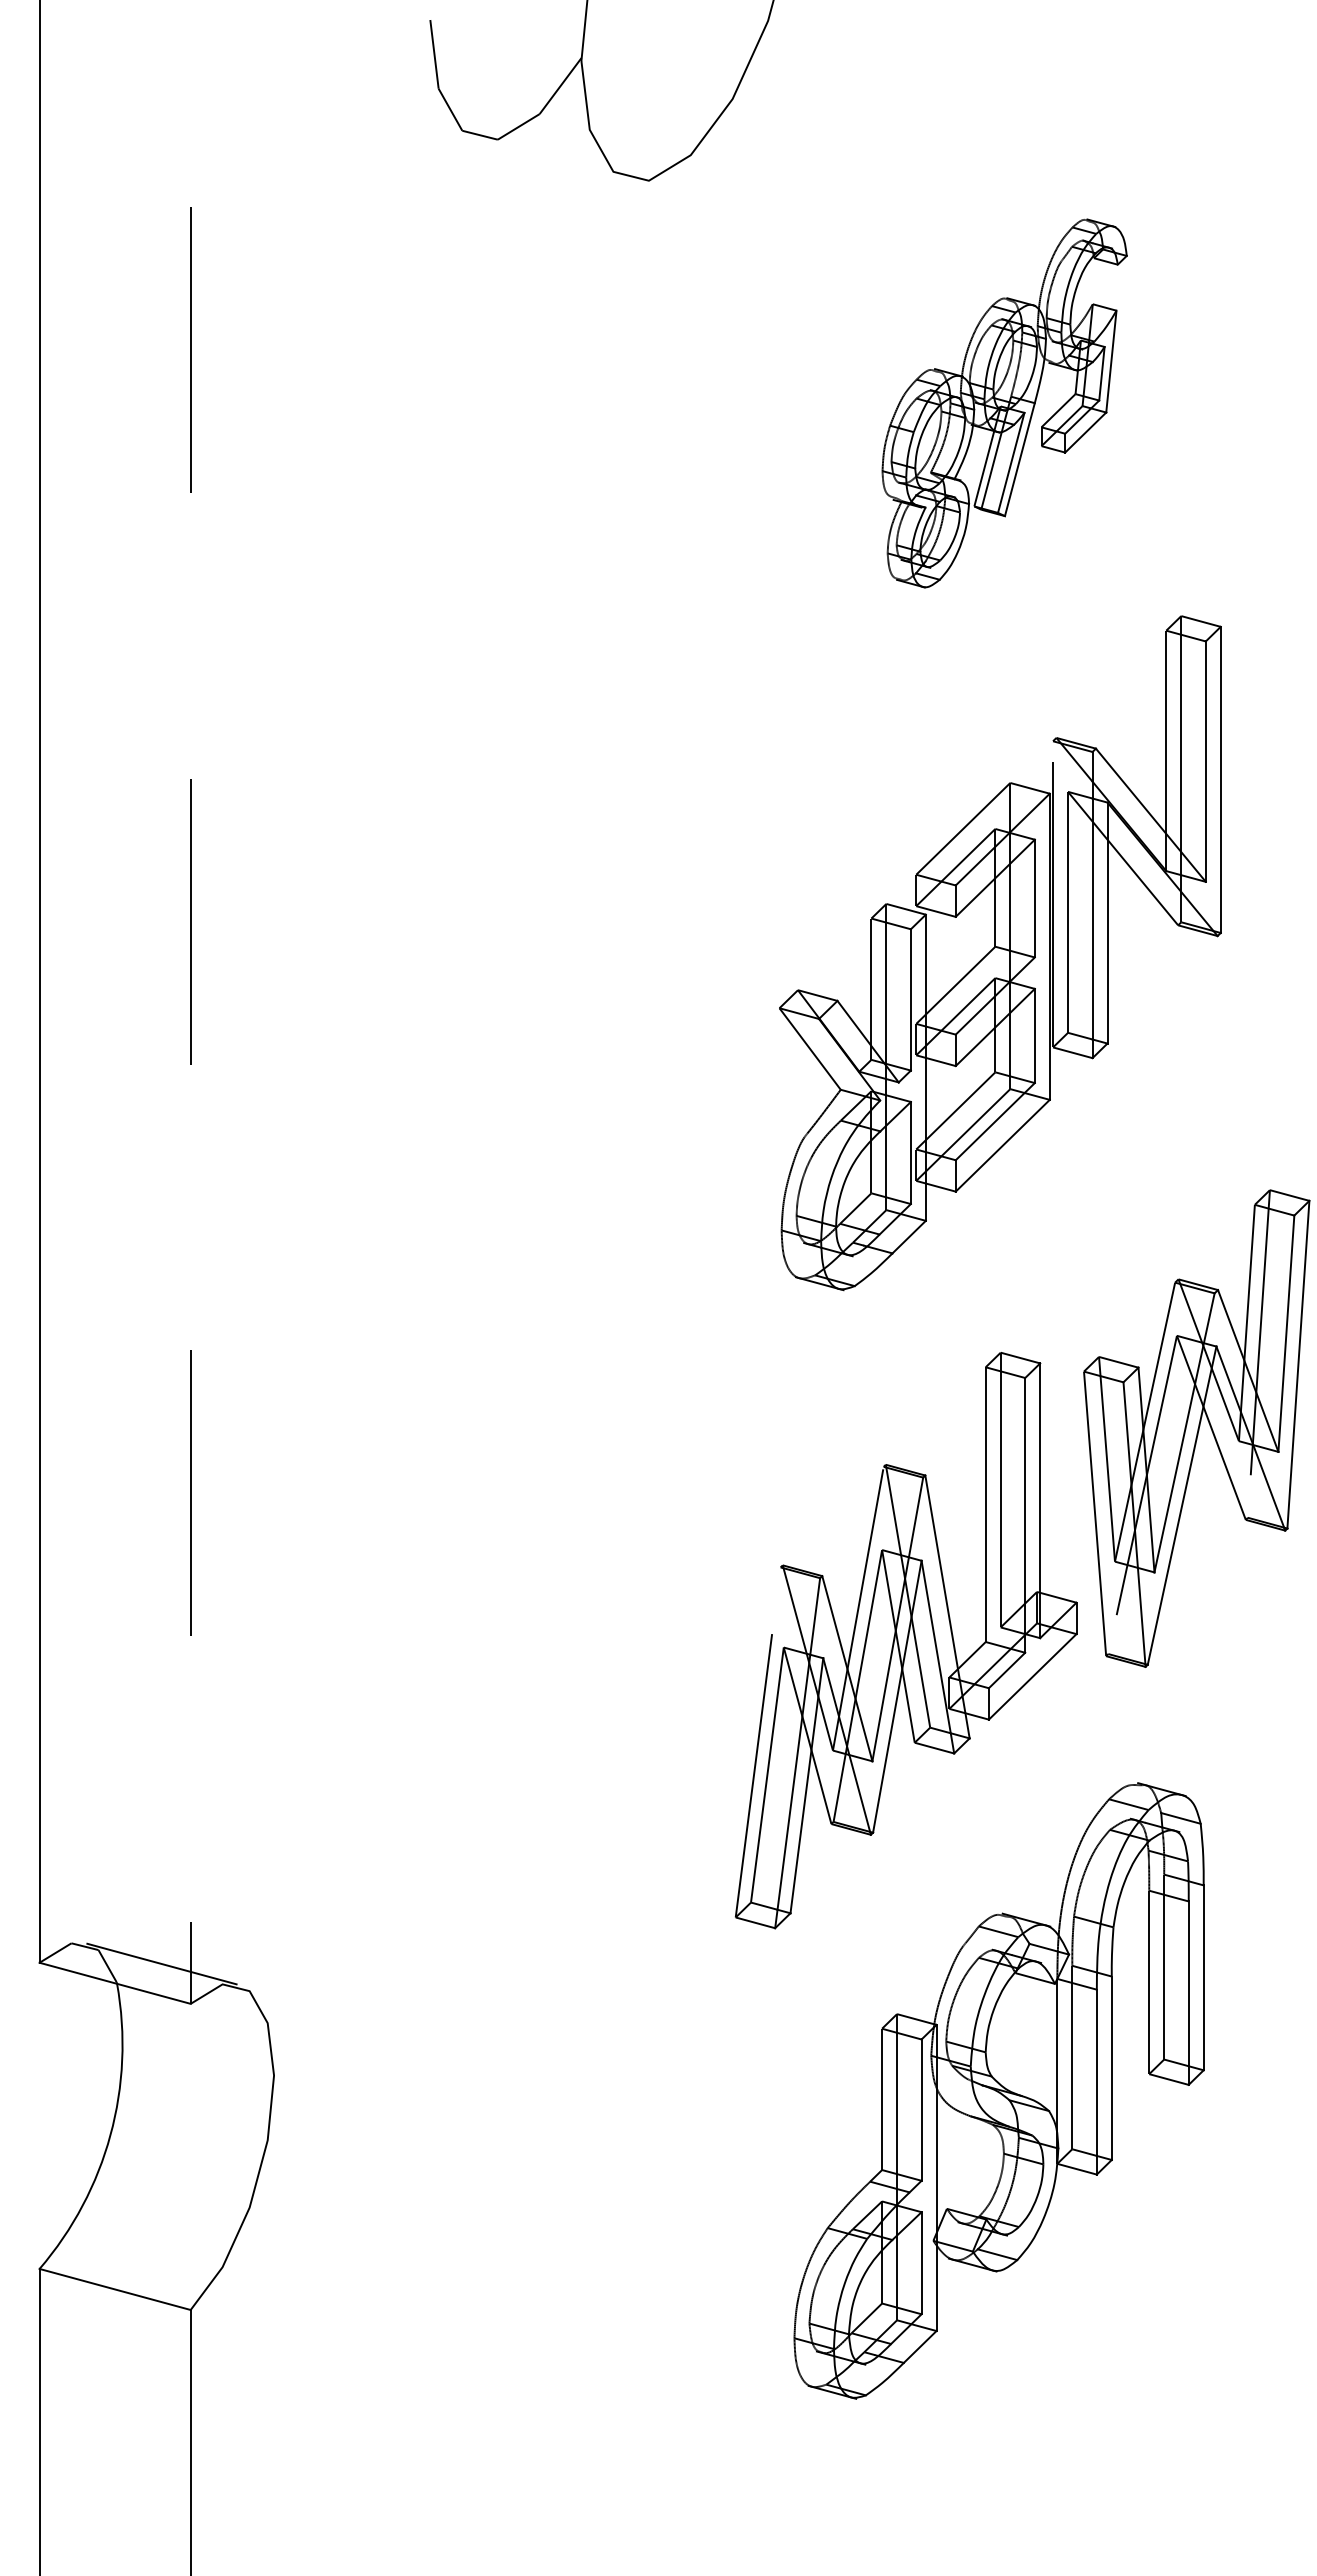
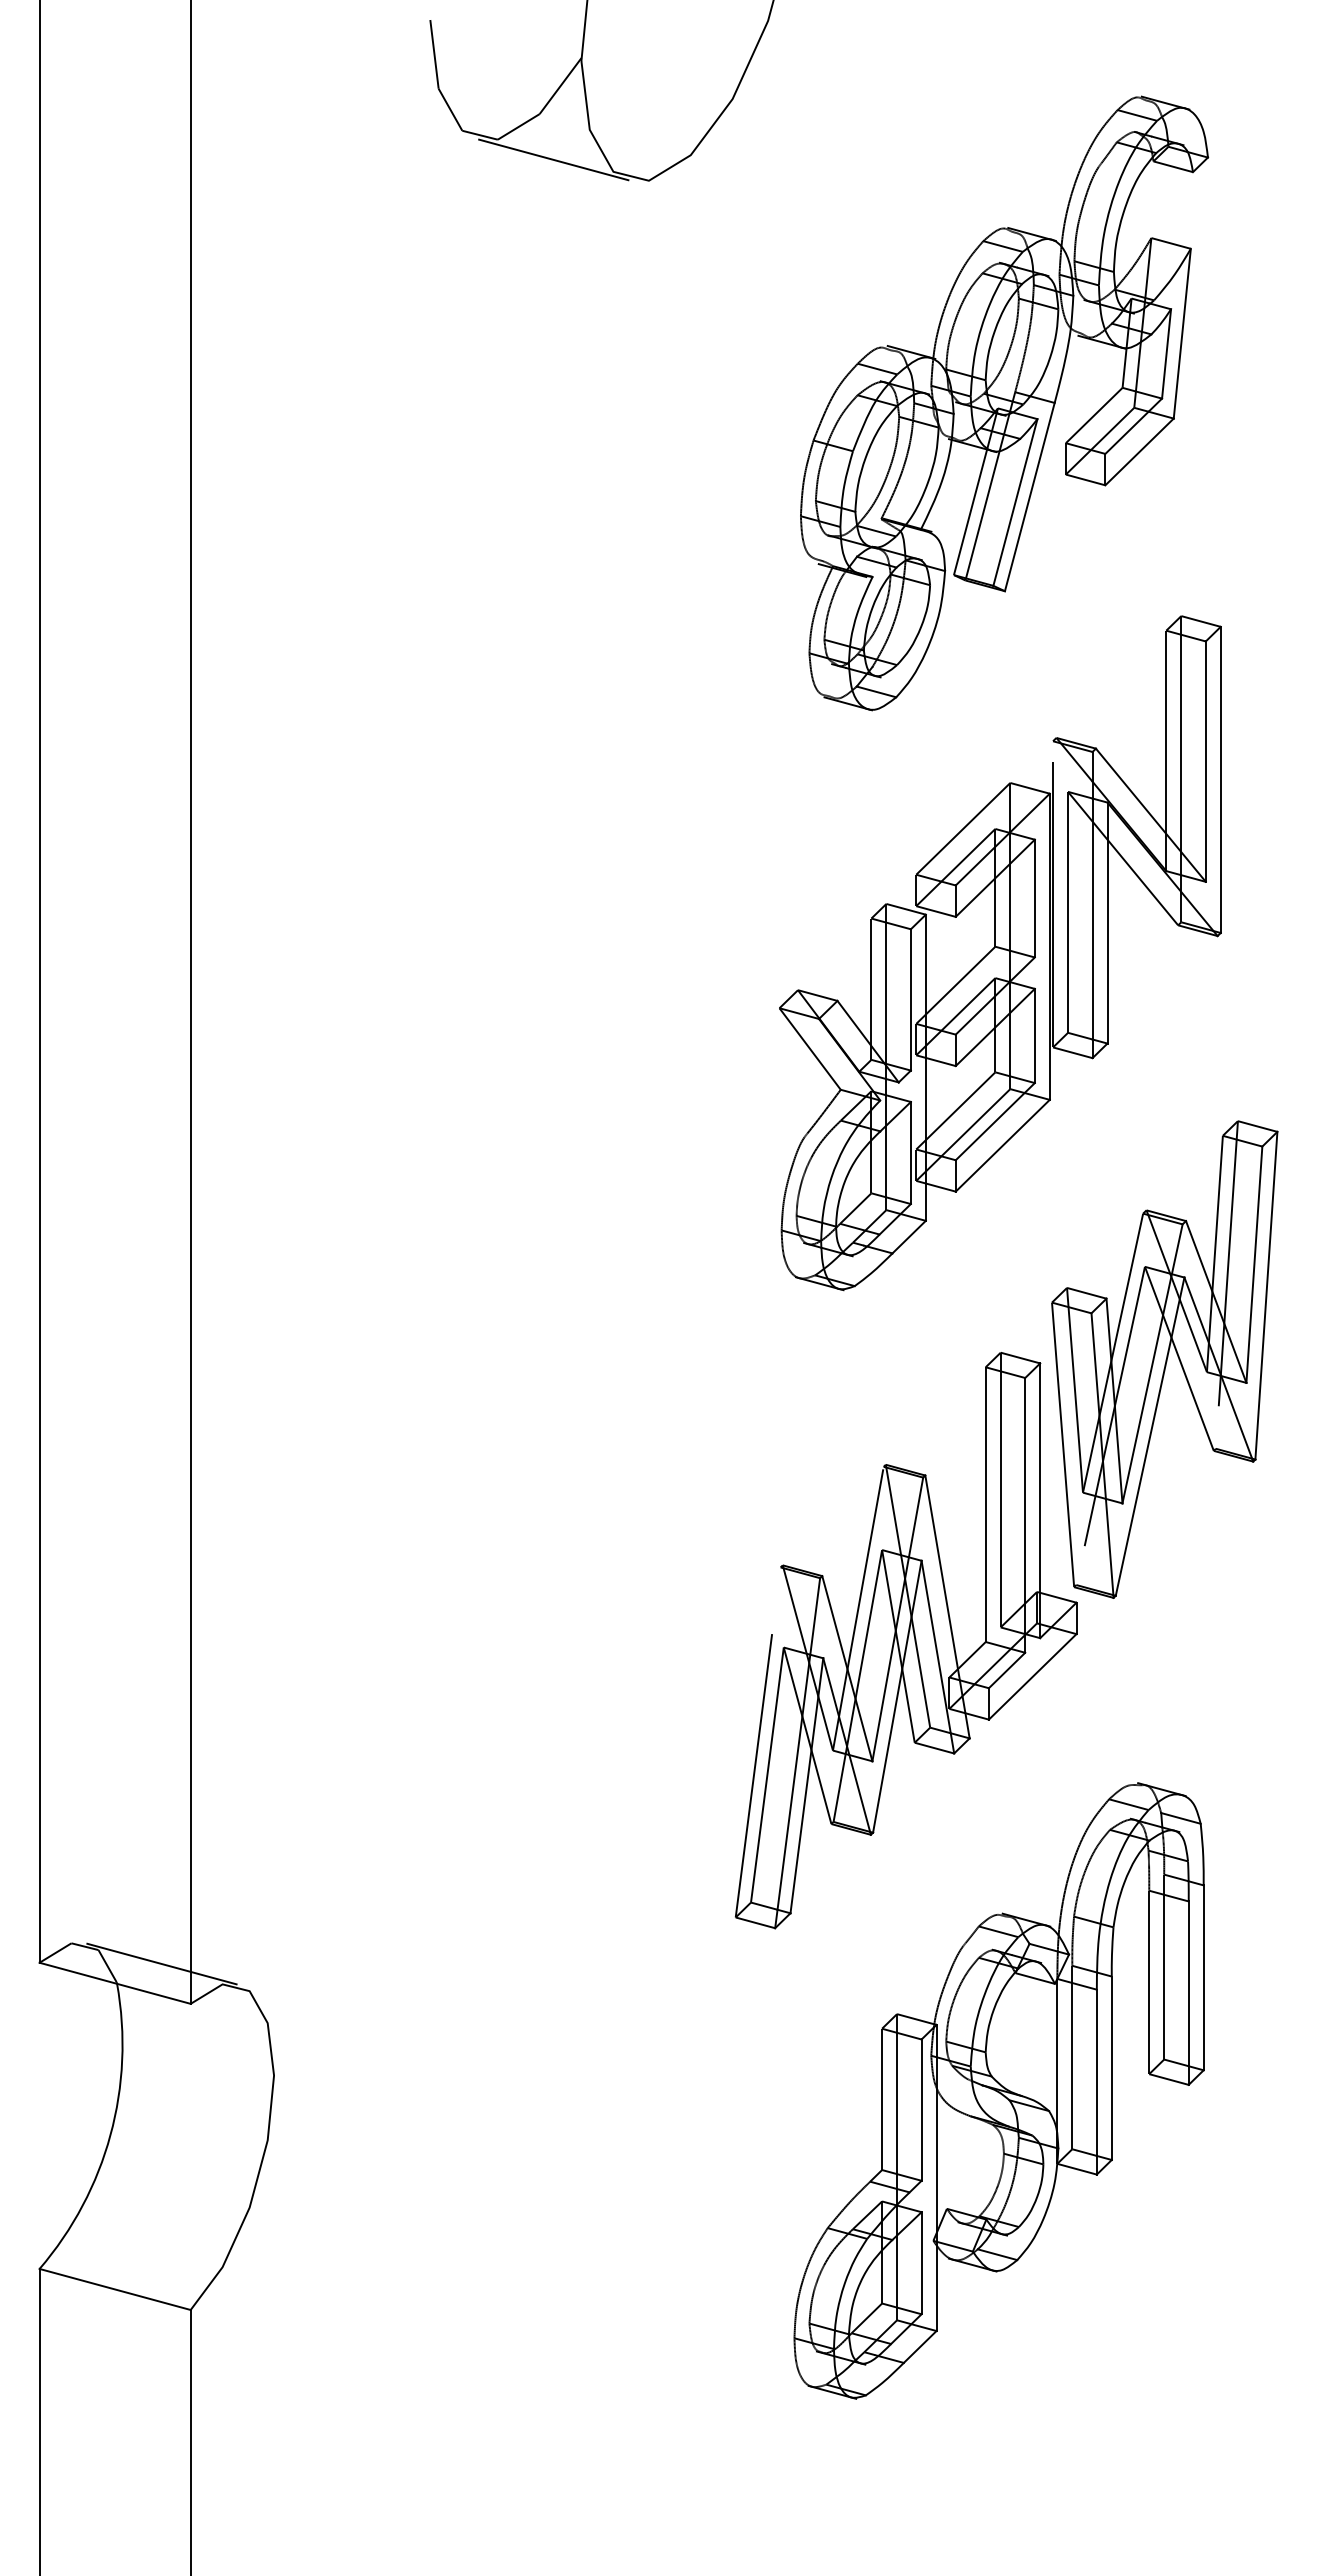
line at (553, 159): none -> present
part at (1004, 403) size: 247x371 px -> 410x617 px
line at (190, 1002): dashed -> solid
part at (1196, 1428) position: (1196, 1428) -> (1164, 1359)
